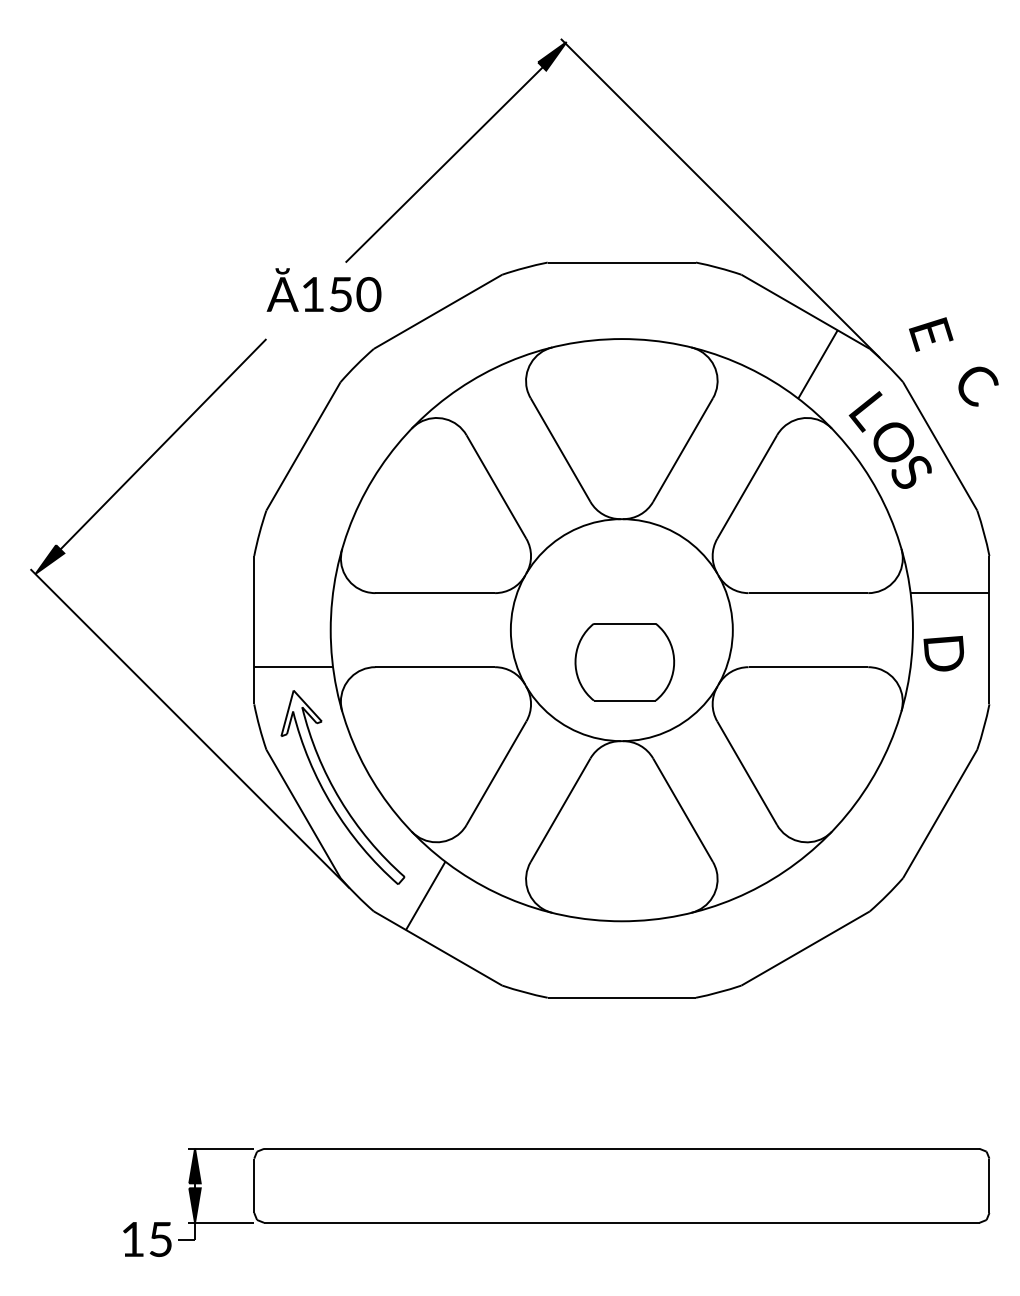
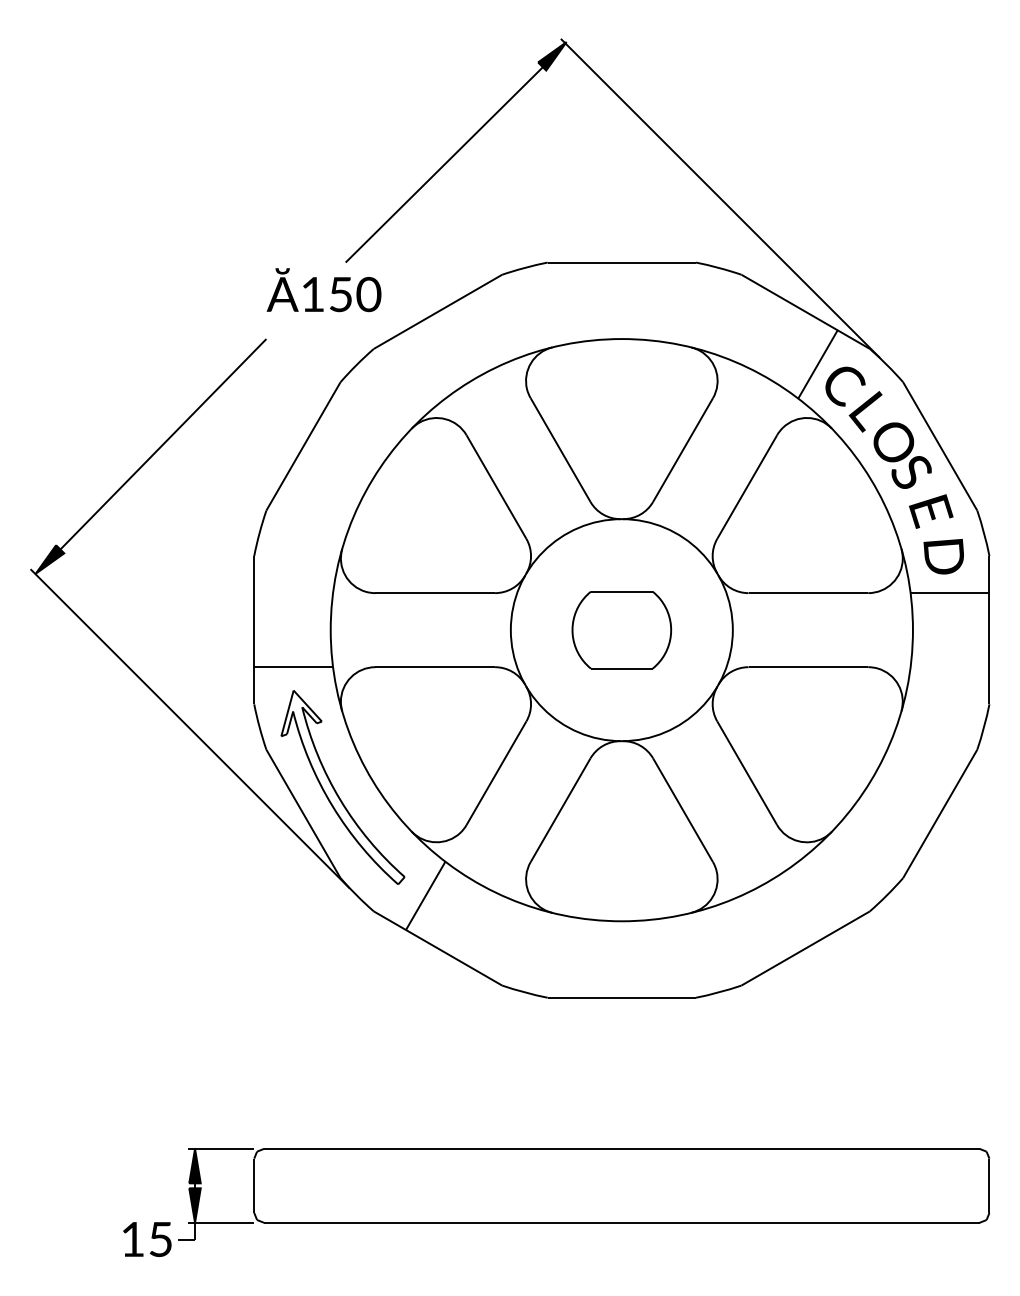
text at (931, 334) position: (931, 334) -> (931, 511)
text at (978, 386) position: (978, 386) -> (845, 386)
text at (943, 653) position: (943, 653) -> (943, 556)
part at (624, 662) position: (624, 662) -> (621, 630)
